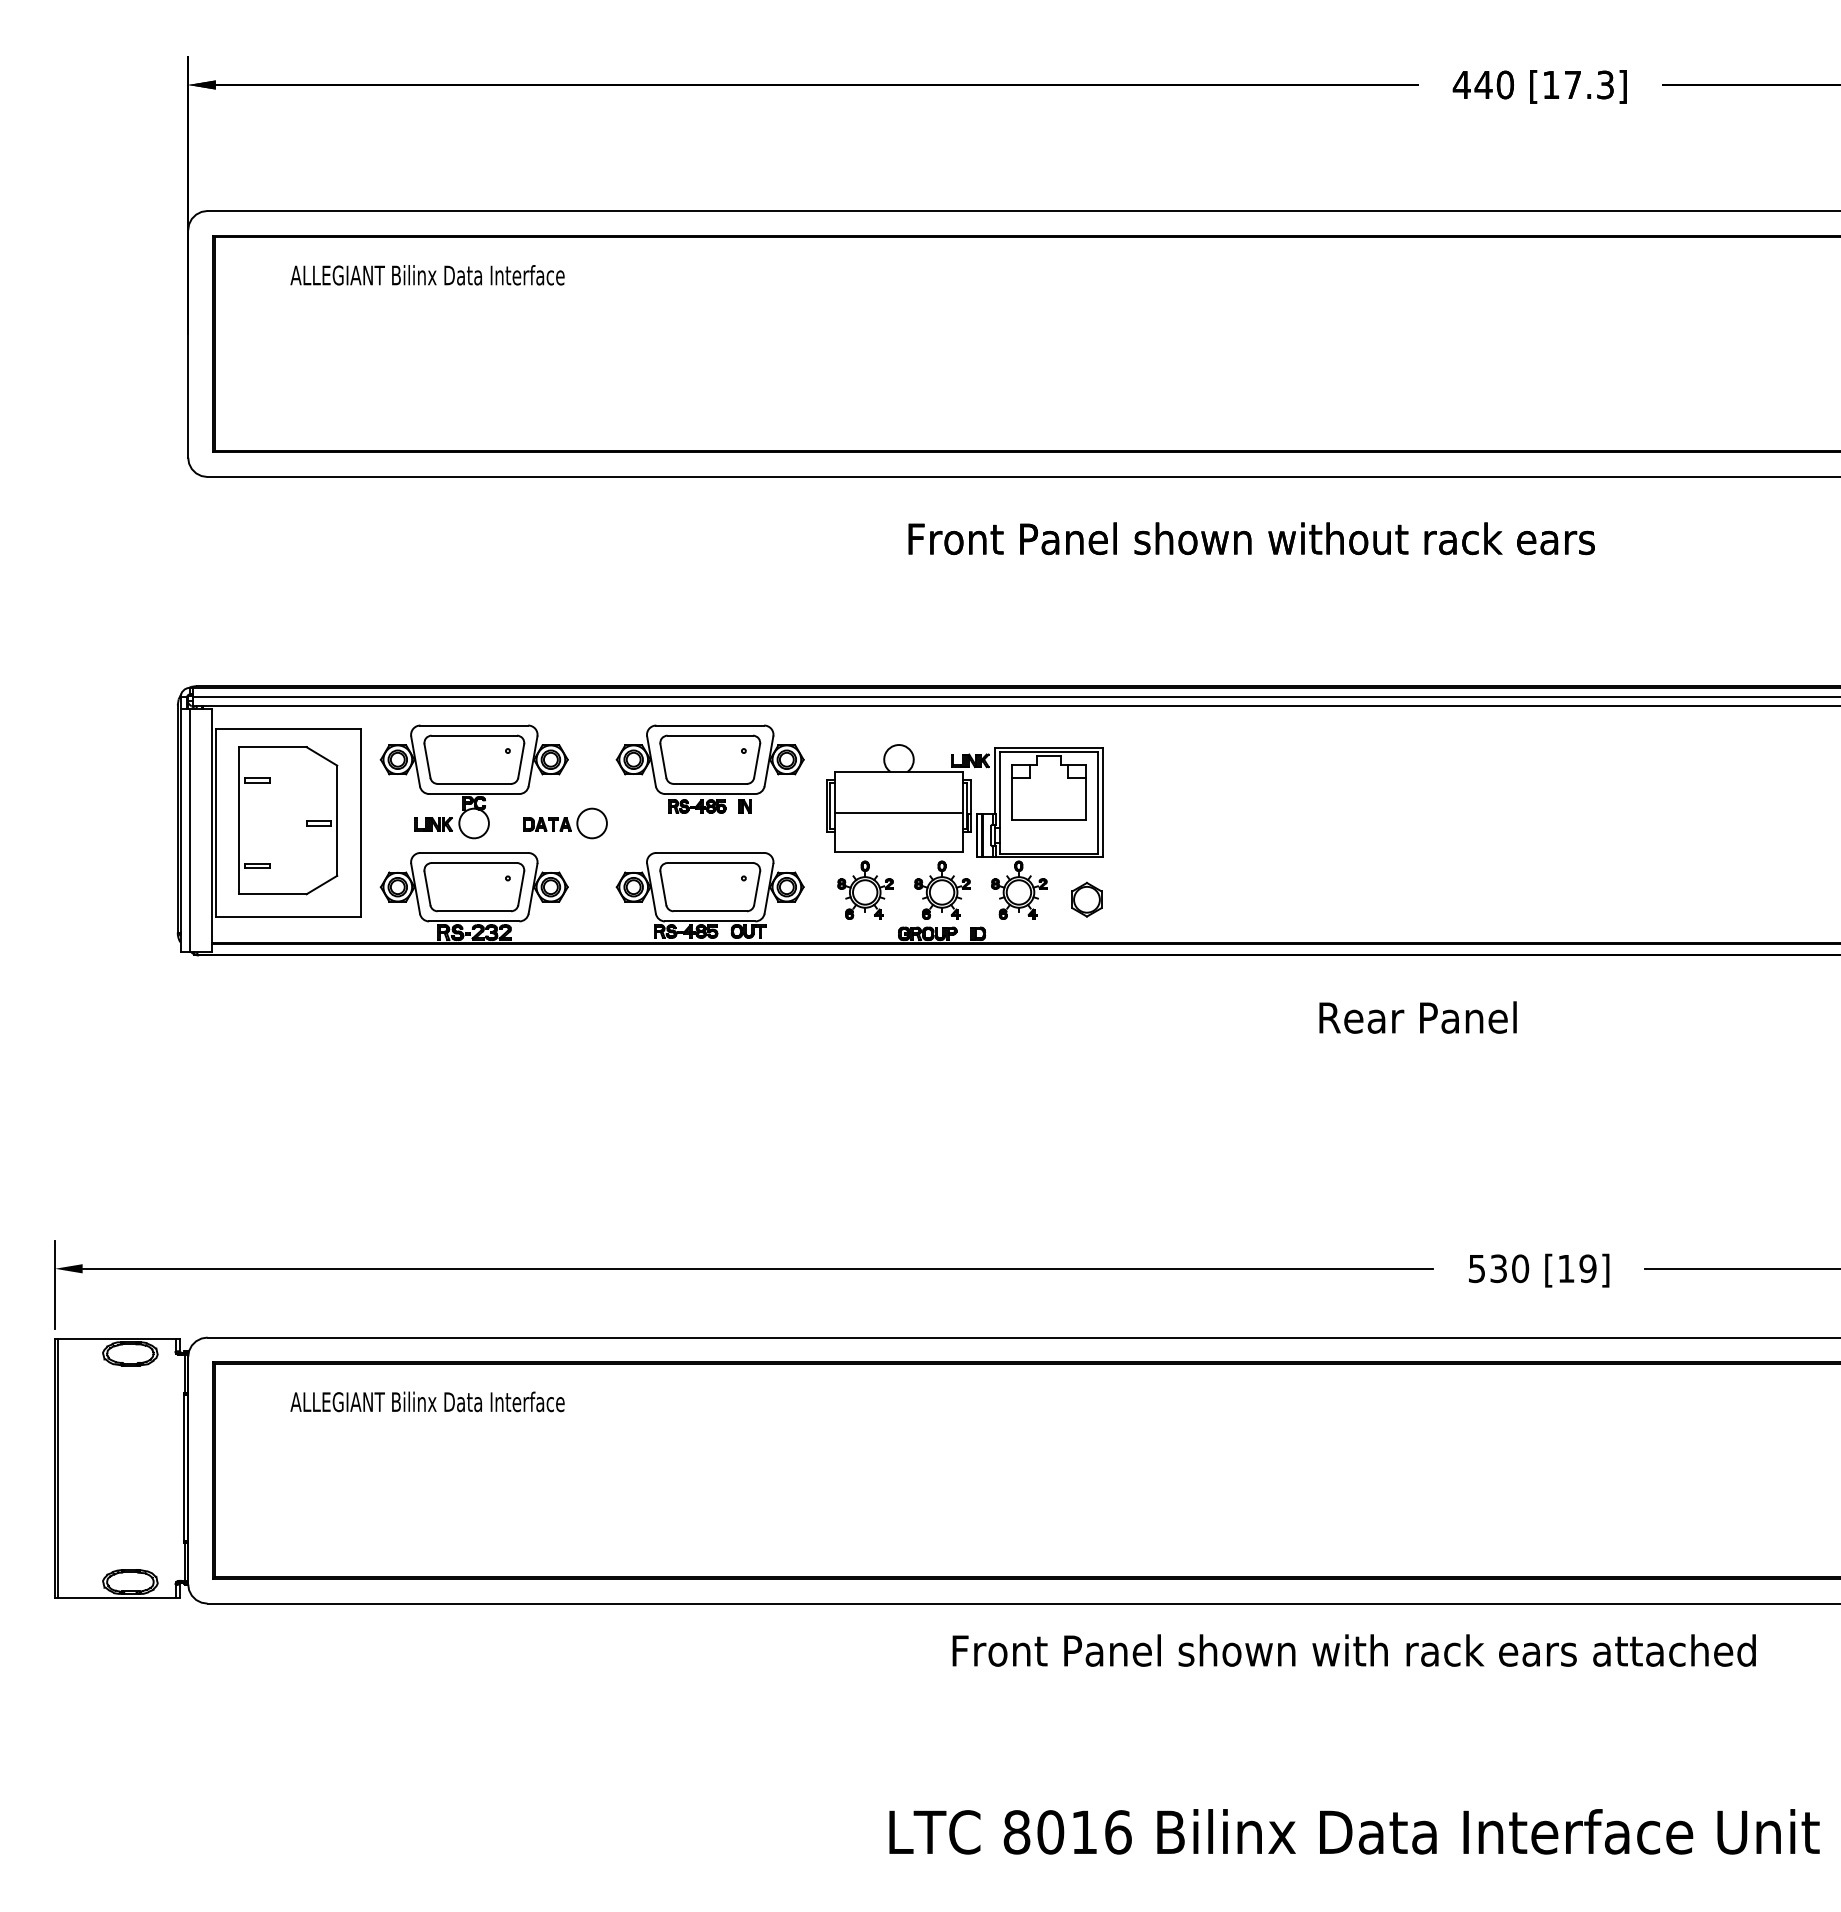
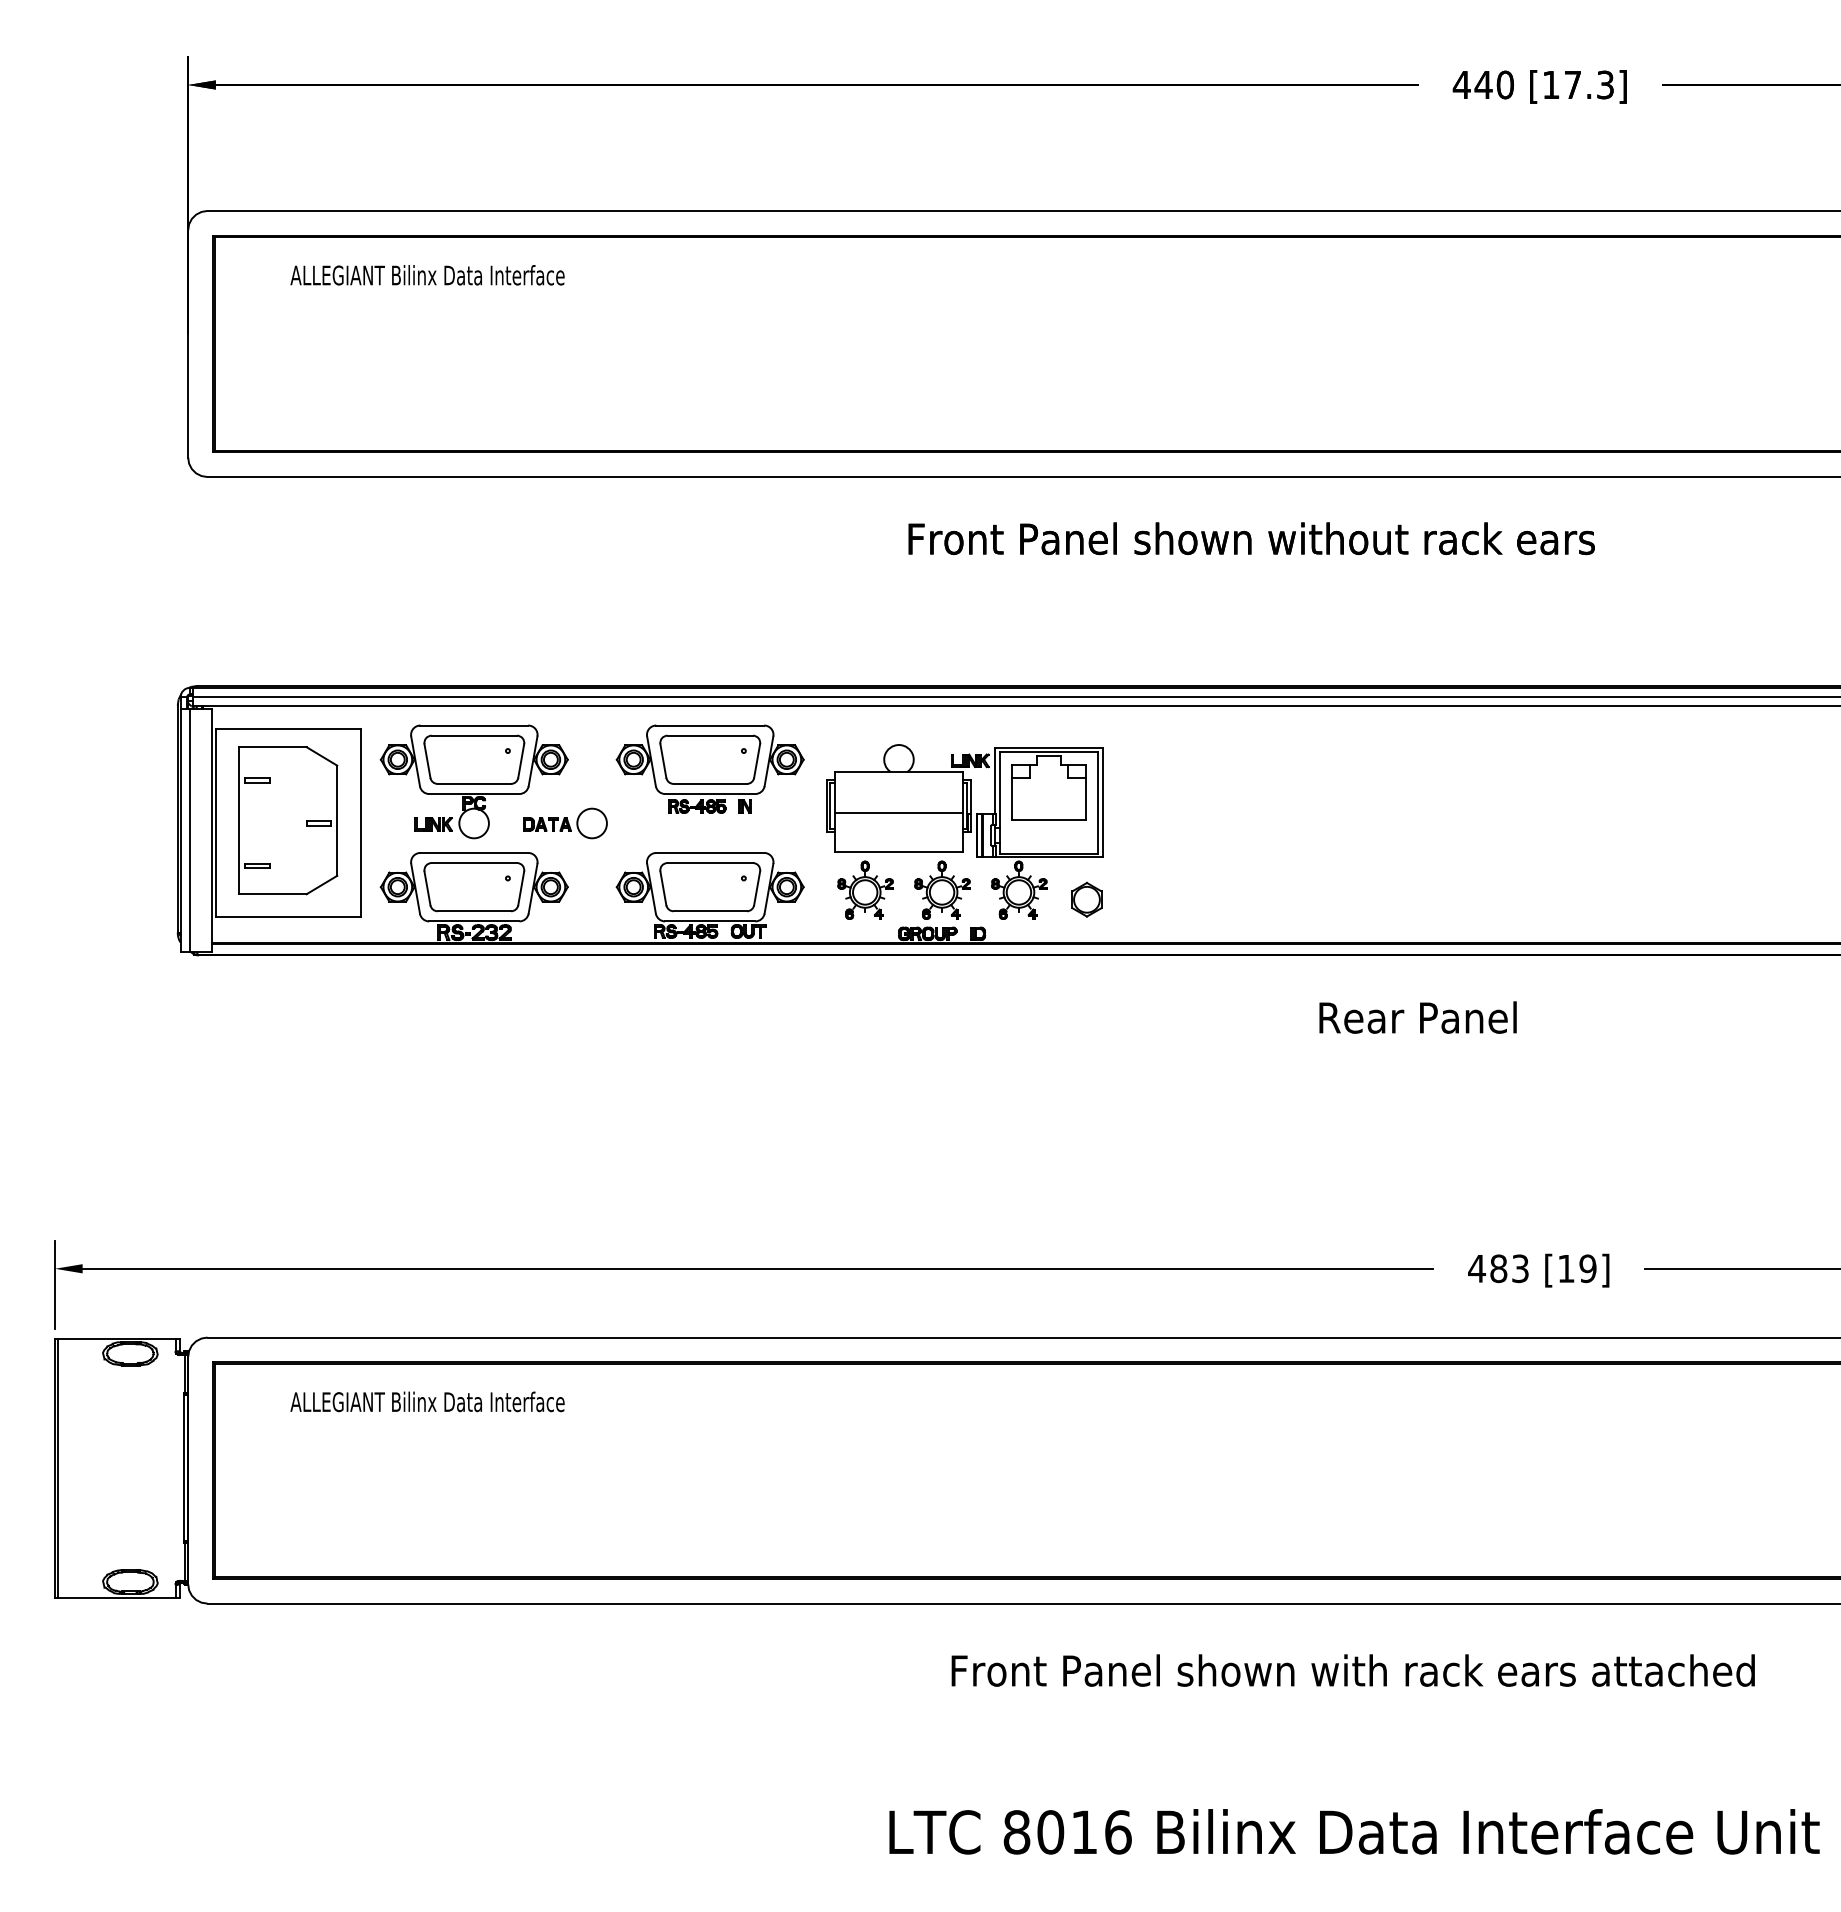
text at (1498, 1268): 530 -> 483
text at (1353, 1650) position: (1353, 1650) -> (1352, 1670)
